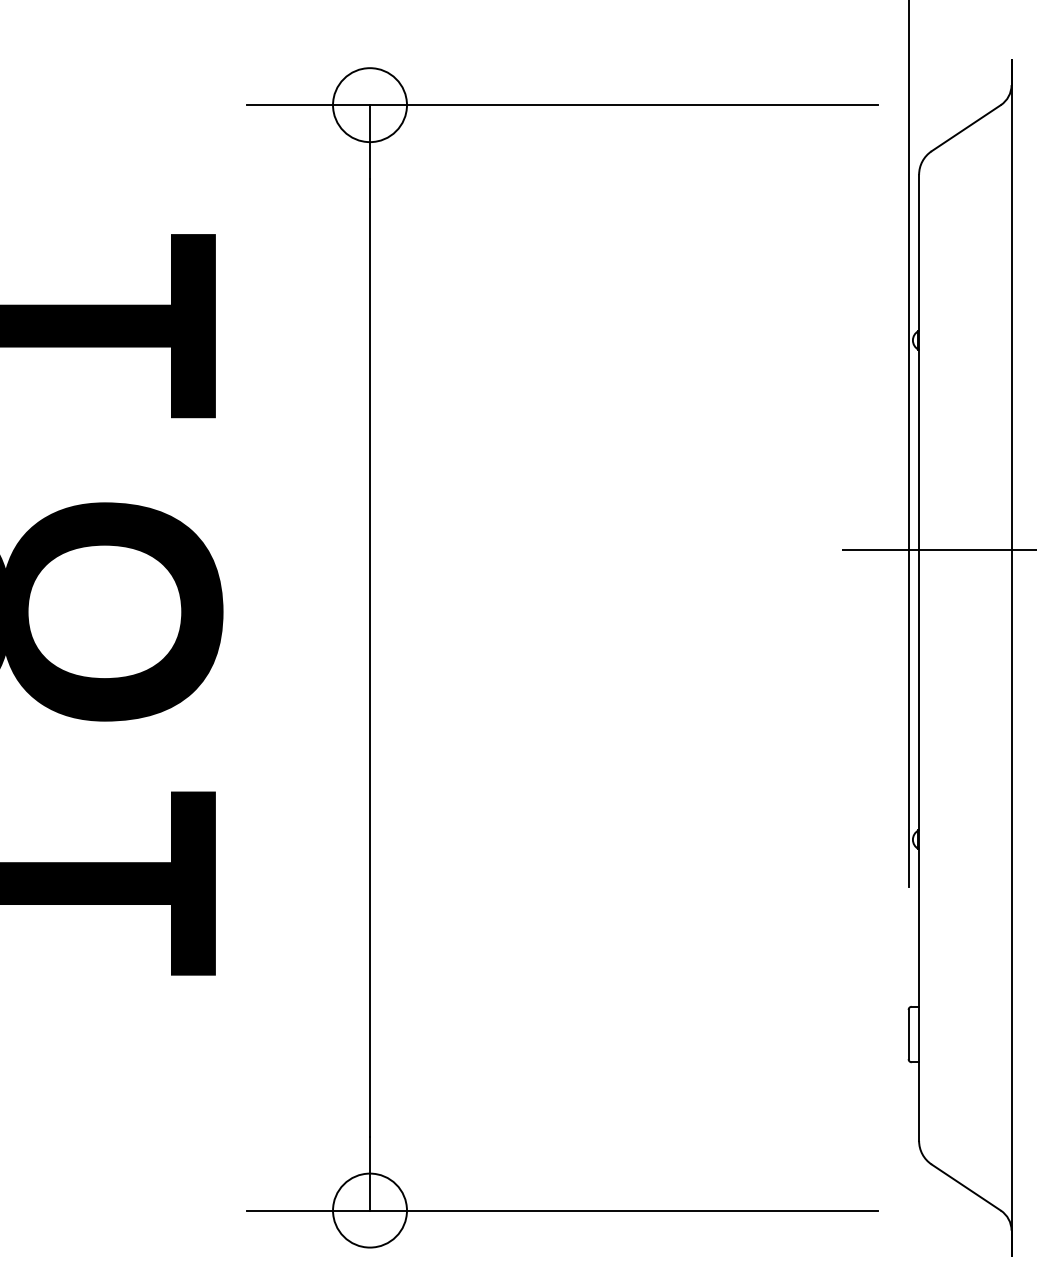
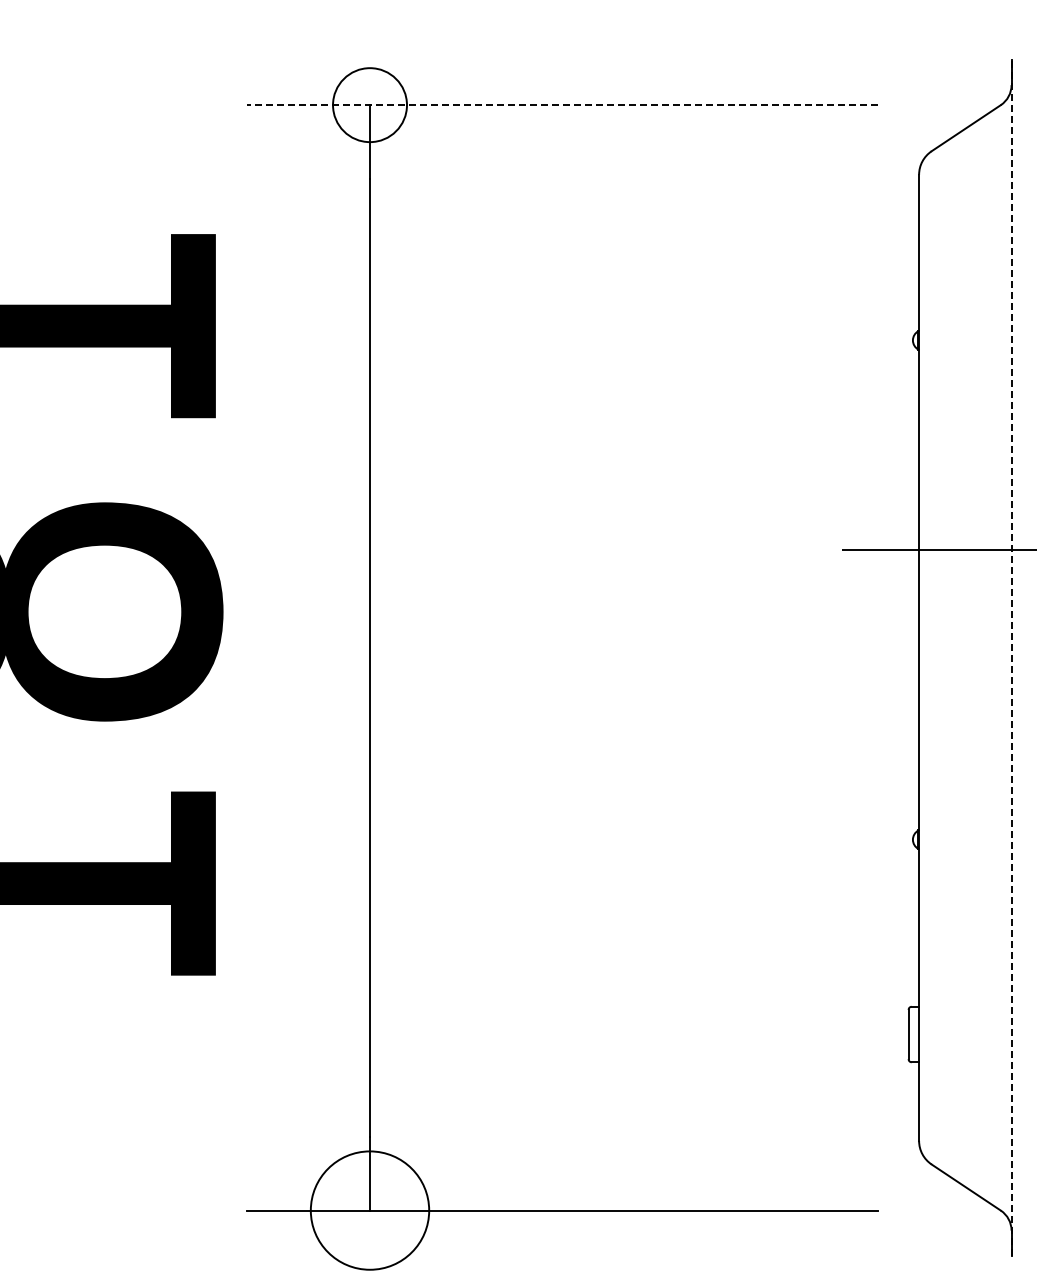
line at (561, 105): solid -> dashed
line at (908, 444): present -> none
line at (1011, 657): solid -> dashed
circle at (370, 1210) diameter: 74 px -> 118 px
